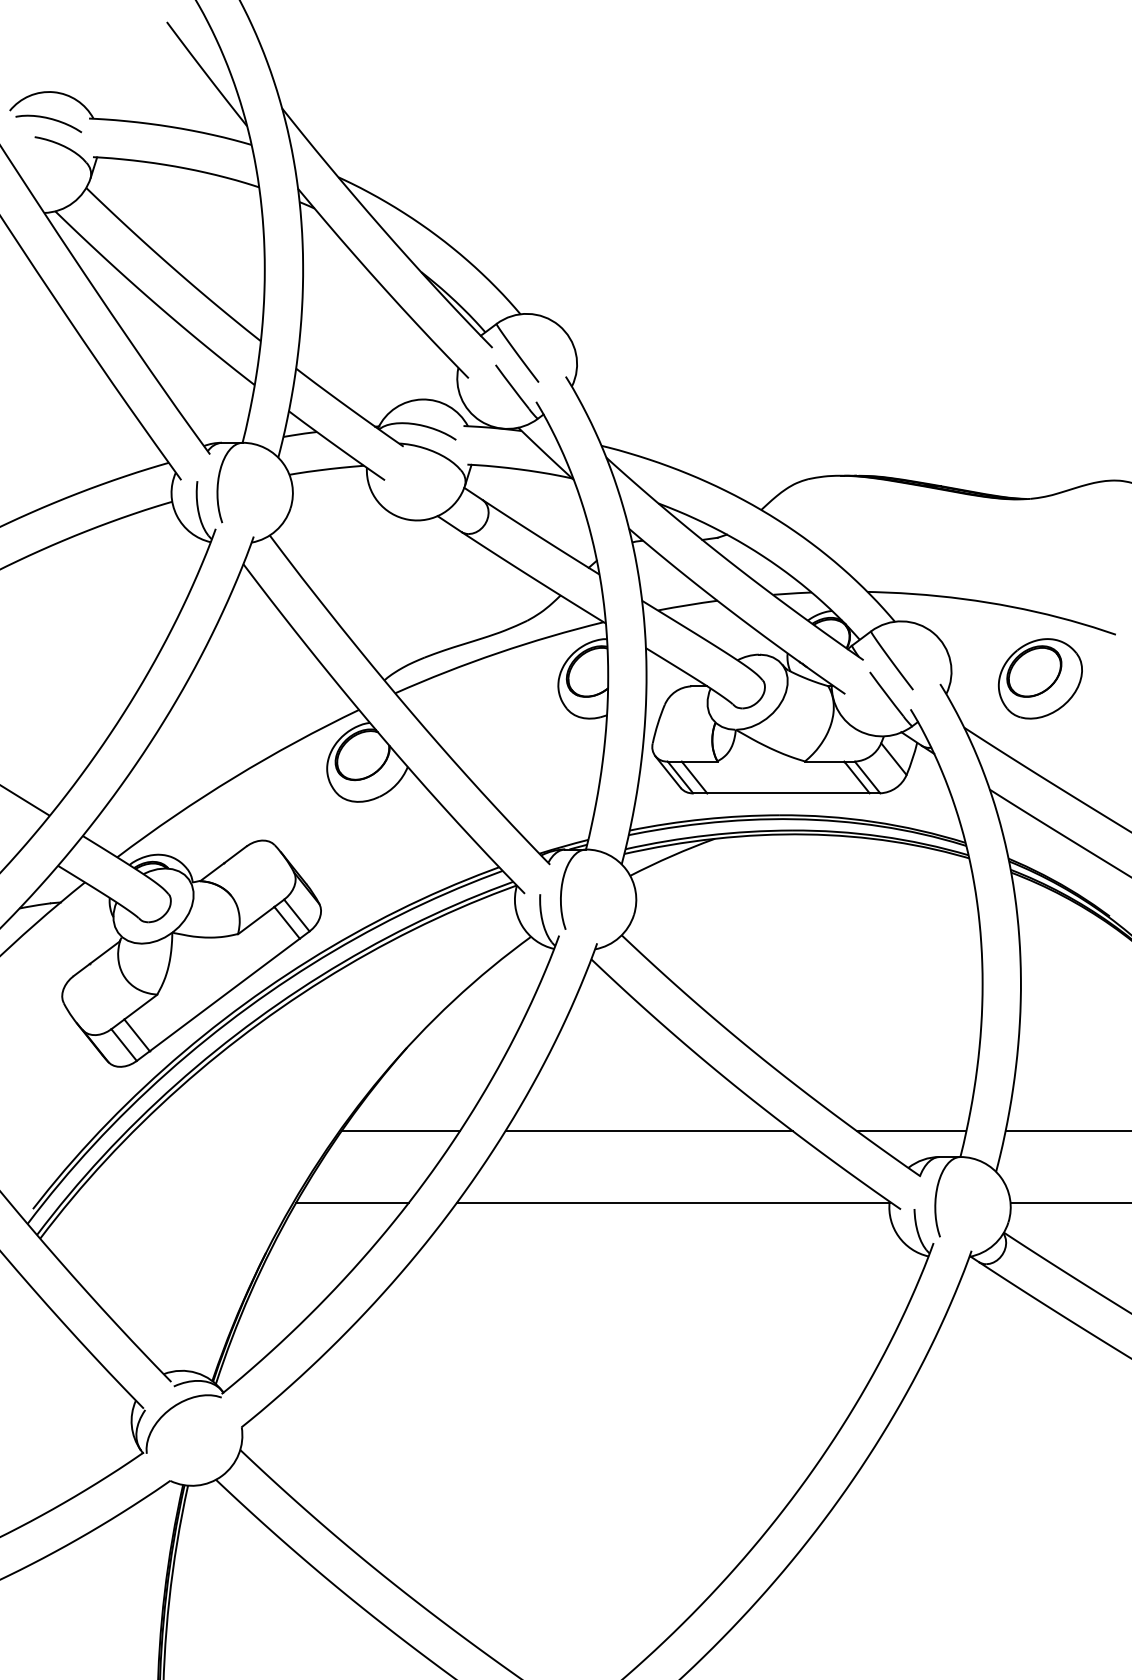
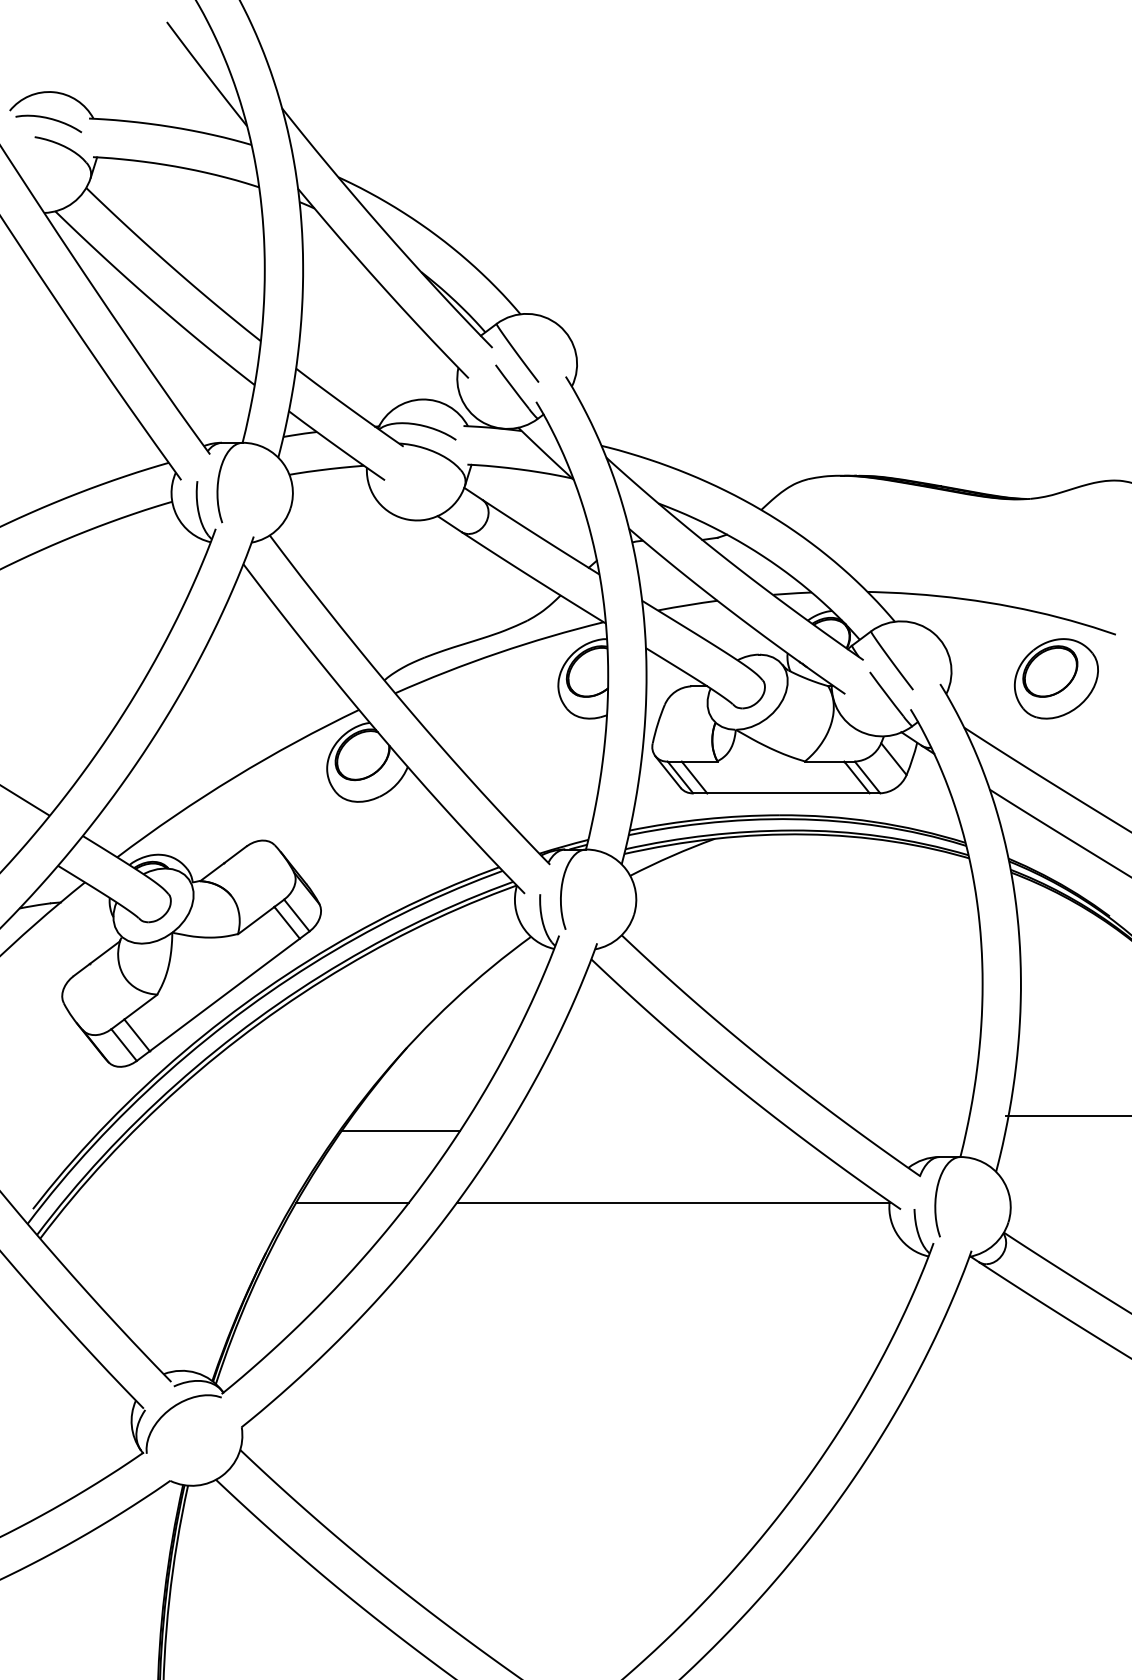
part at (1039, 678) position: (1039, 678) -> (1055, 678)
line at (648, 1130): present -> none
line at (911, 1130): present -> none
line at (1066, 1130) position: (1066, 1130) -> (1066, 1115)
line at (1069, 1202): present -> none
